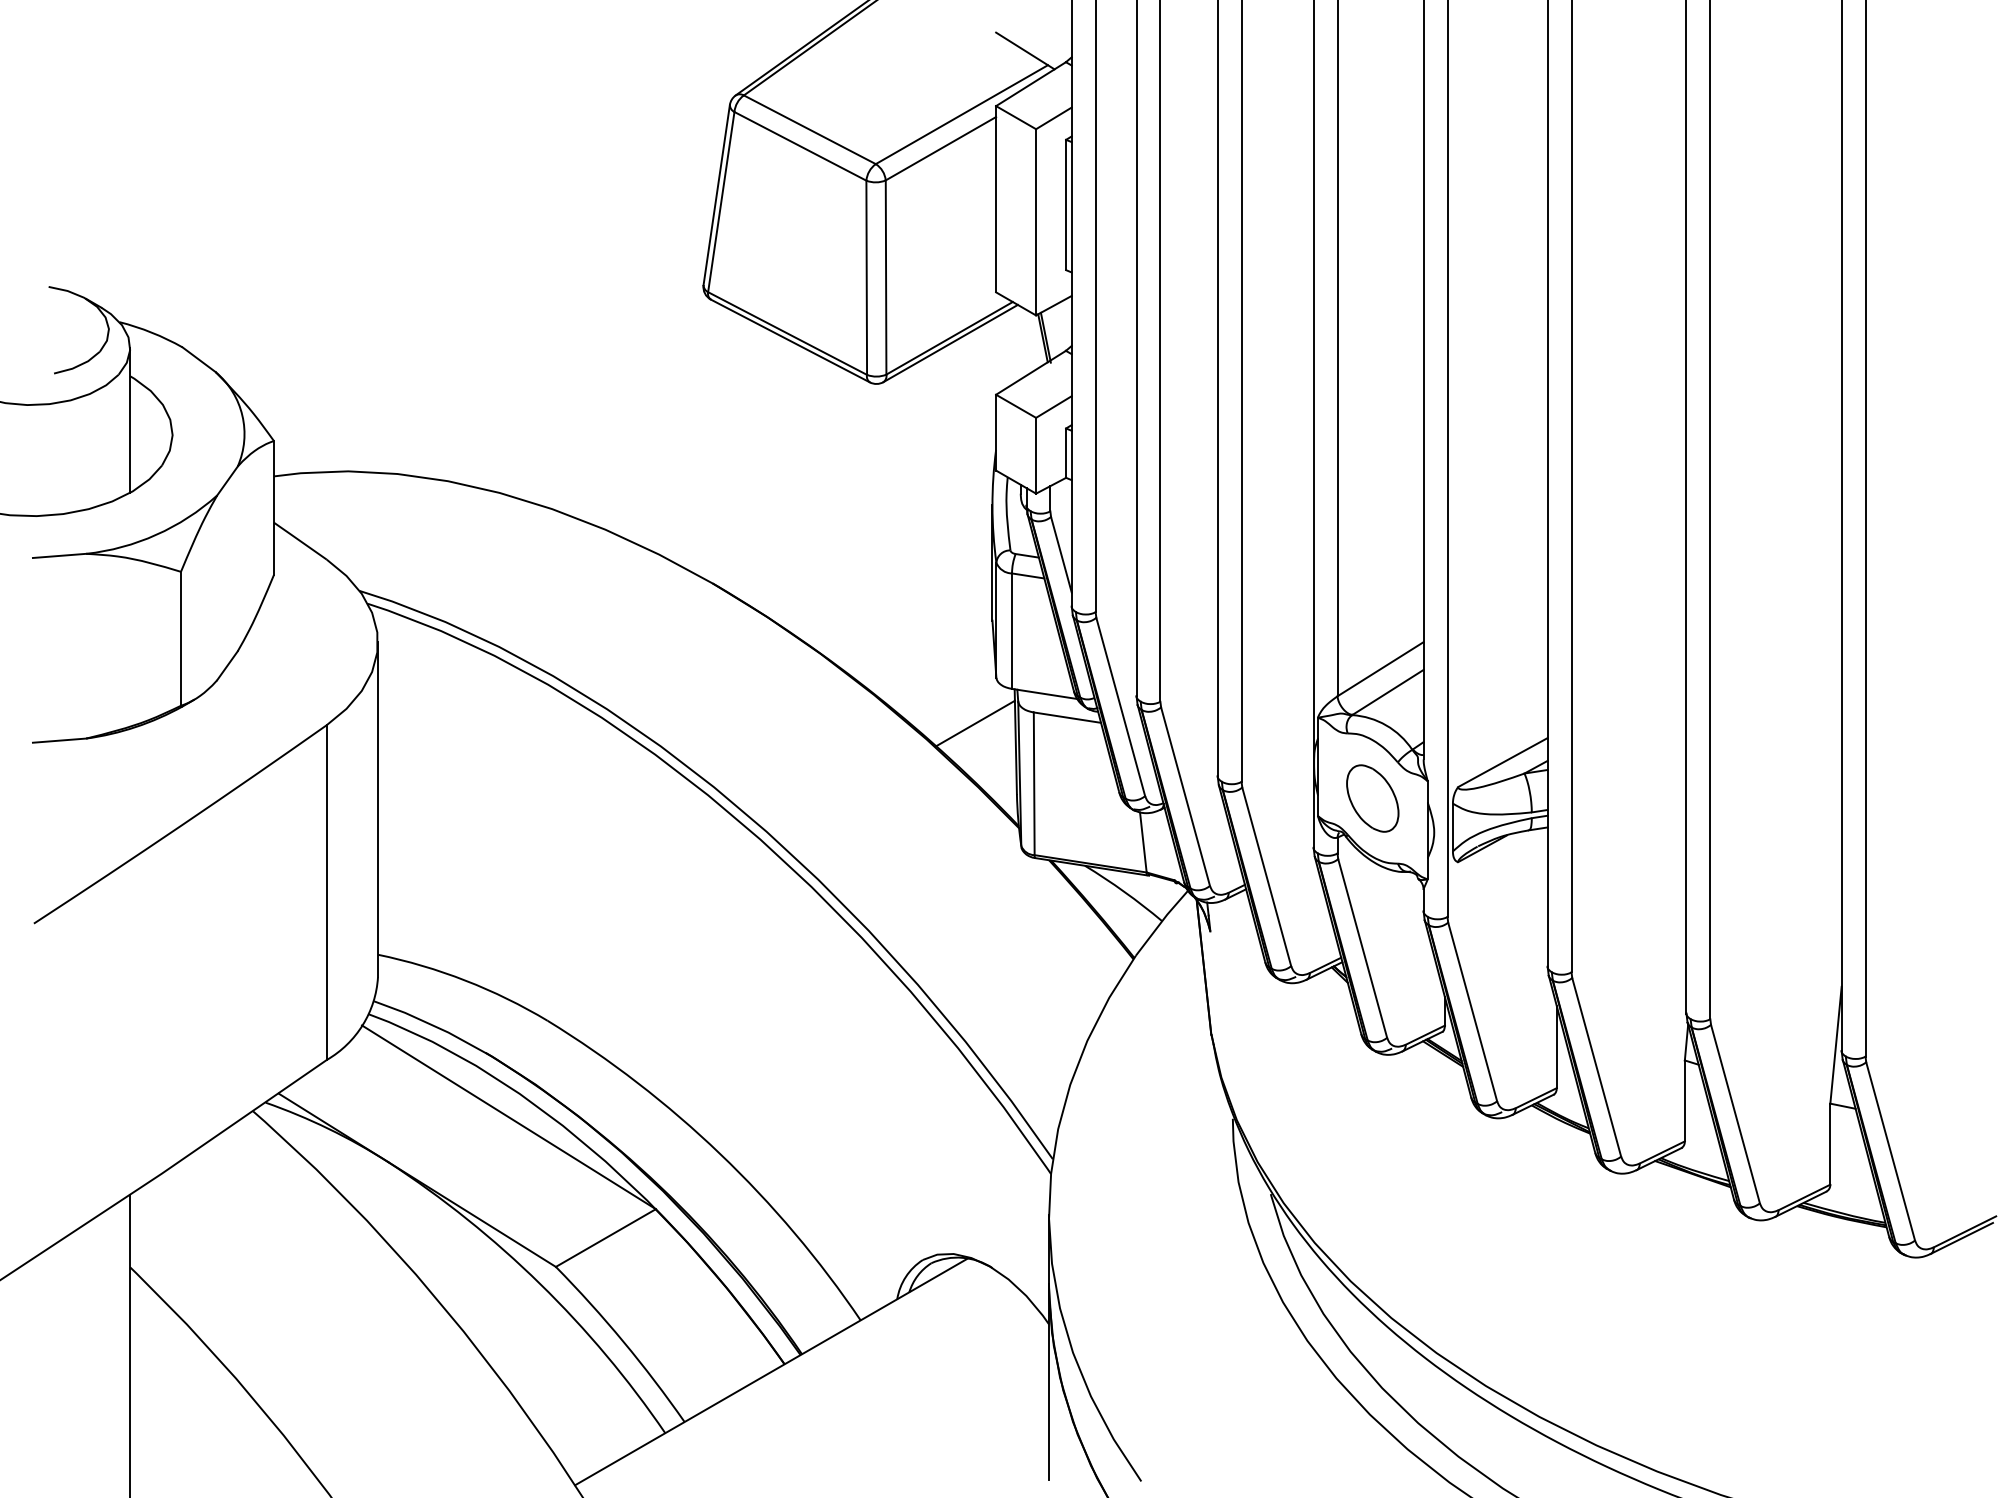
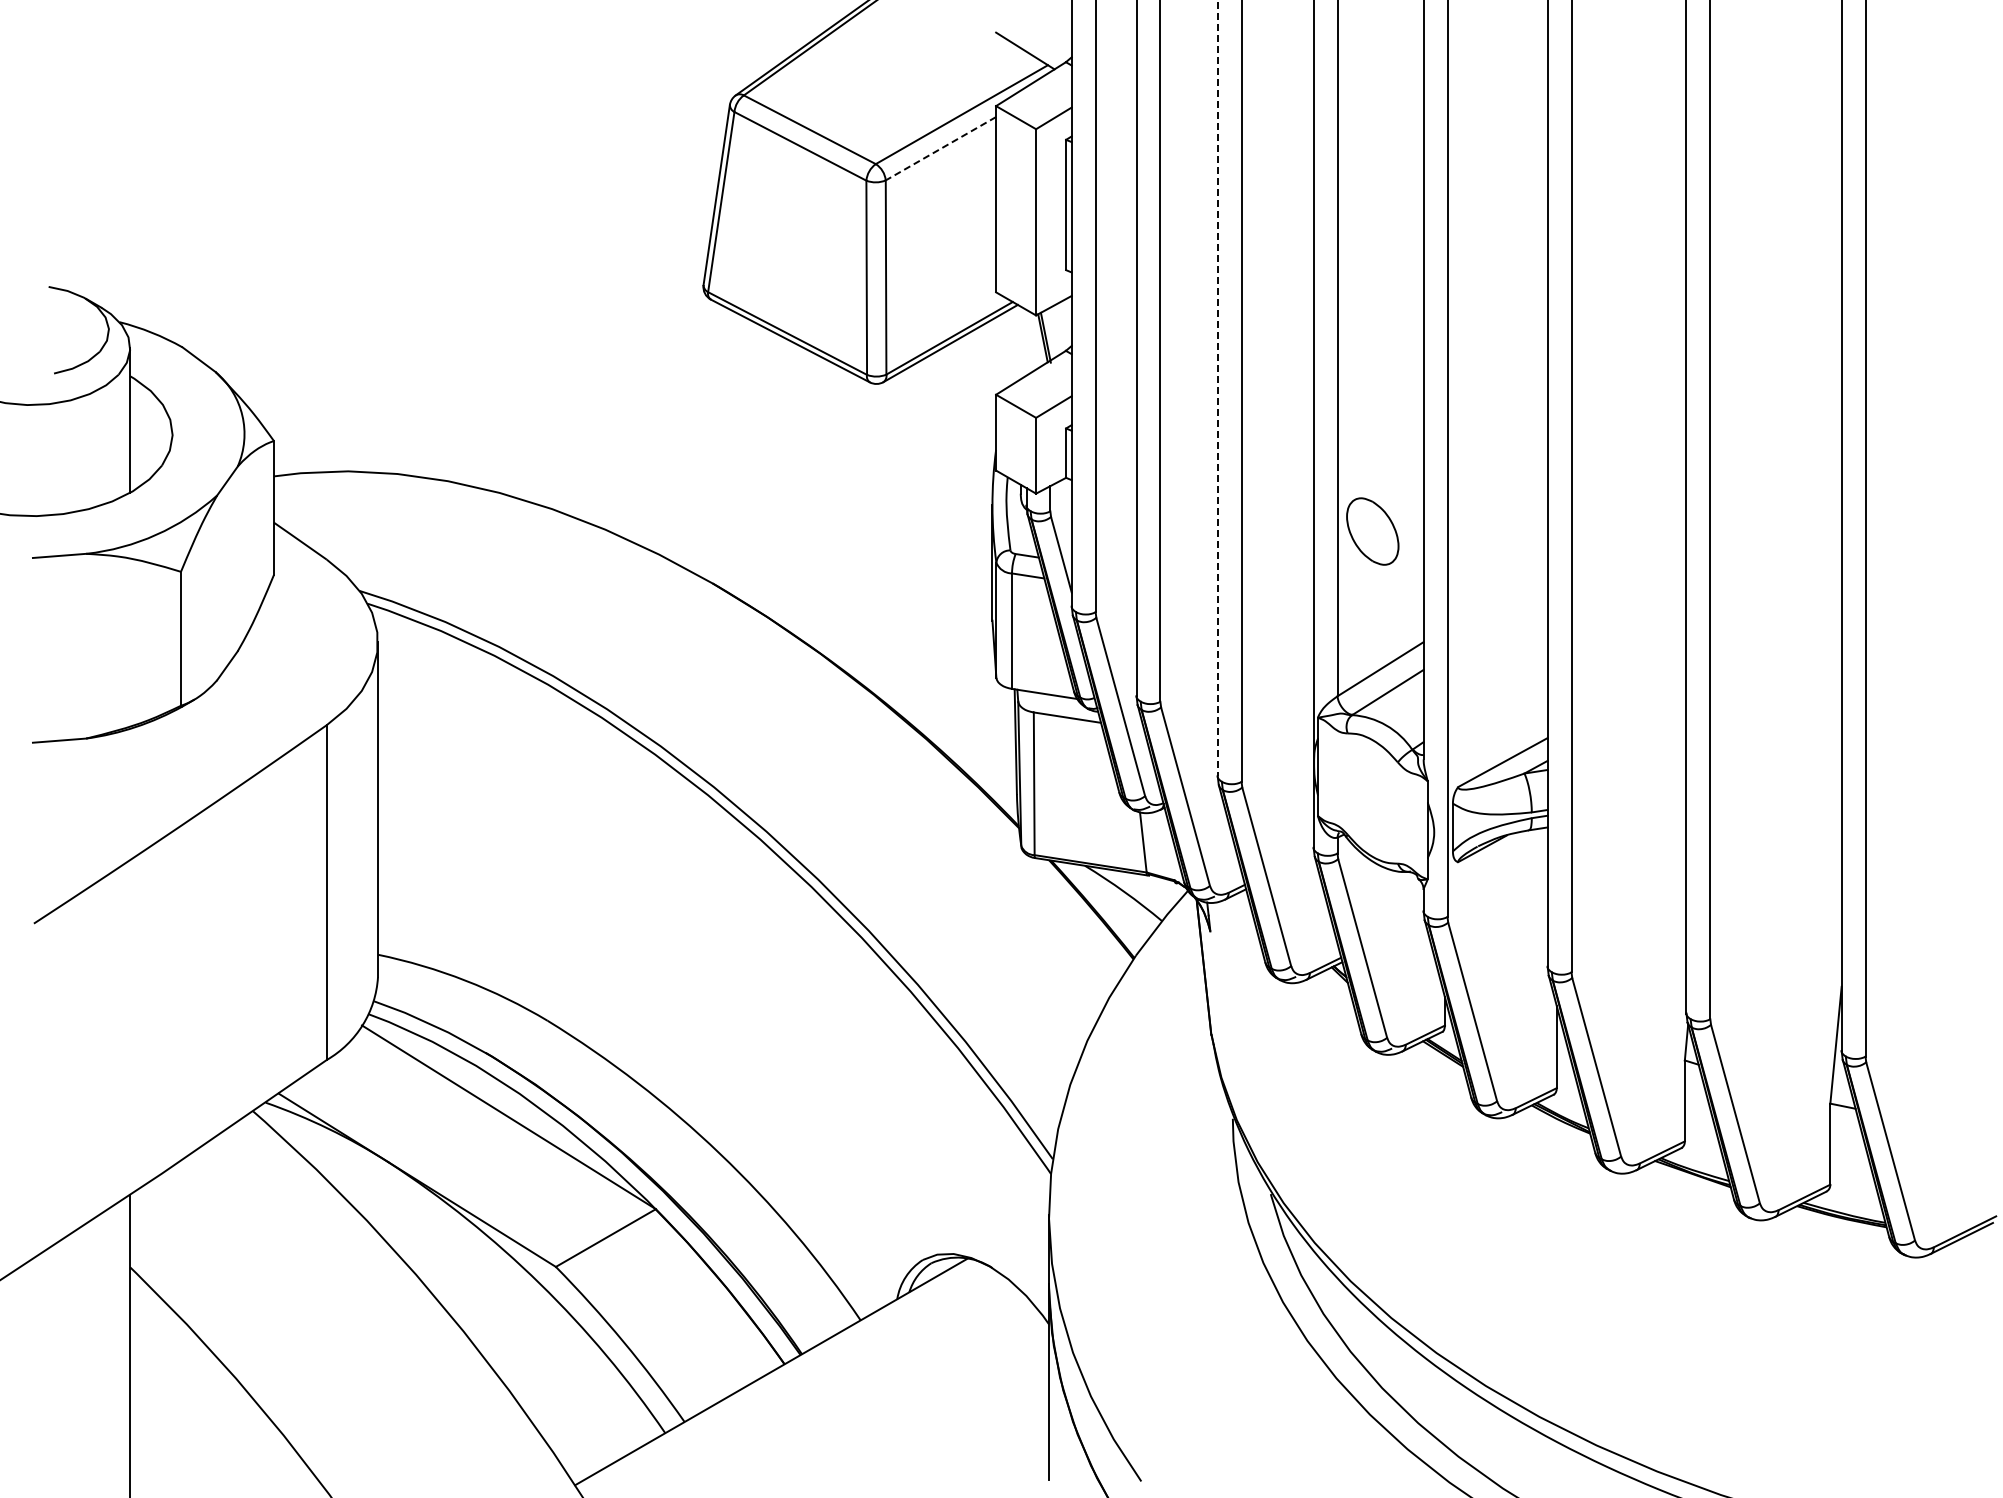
line at (940, 148): solid -> dashed
line at (1217, 388): solid -> dashed
line at (974, 723): present -> none
part at (1372, 798) position: (1372, 798) -> (1372, 531)
